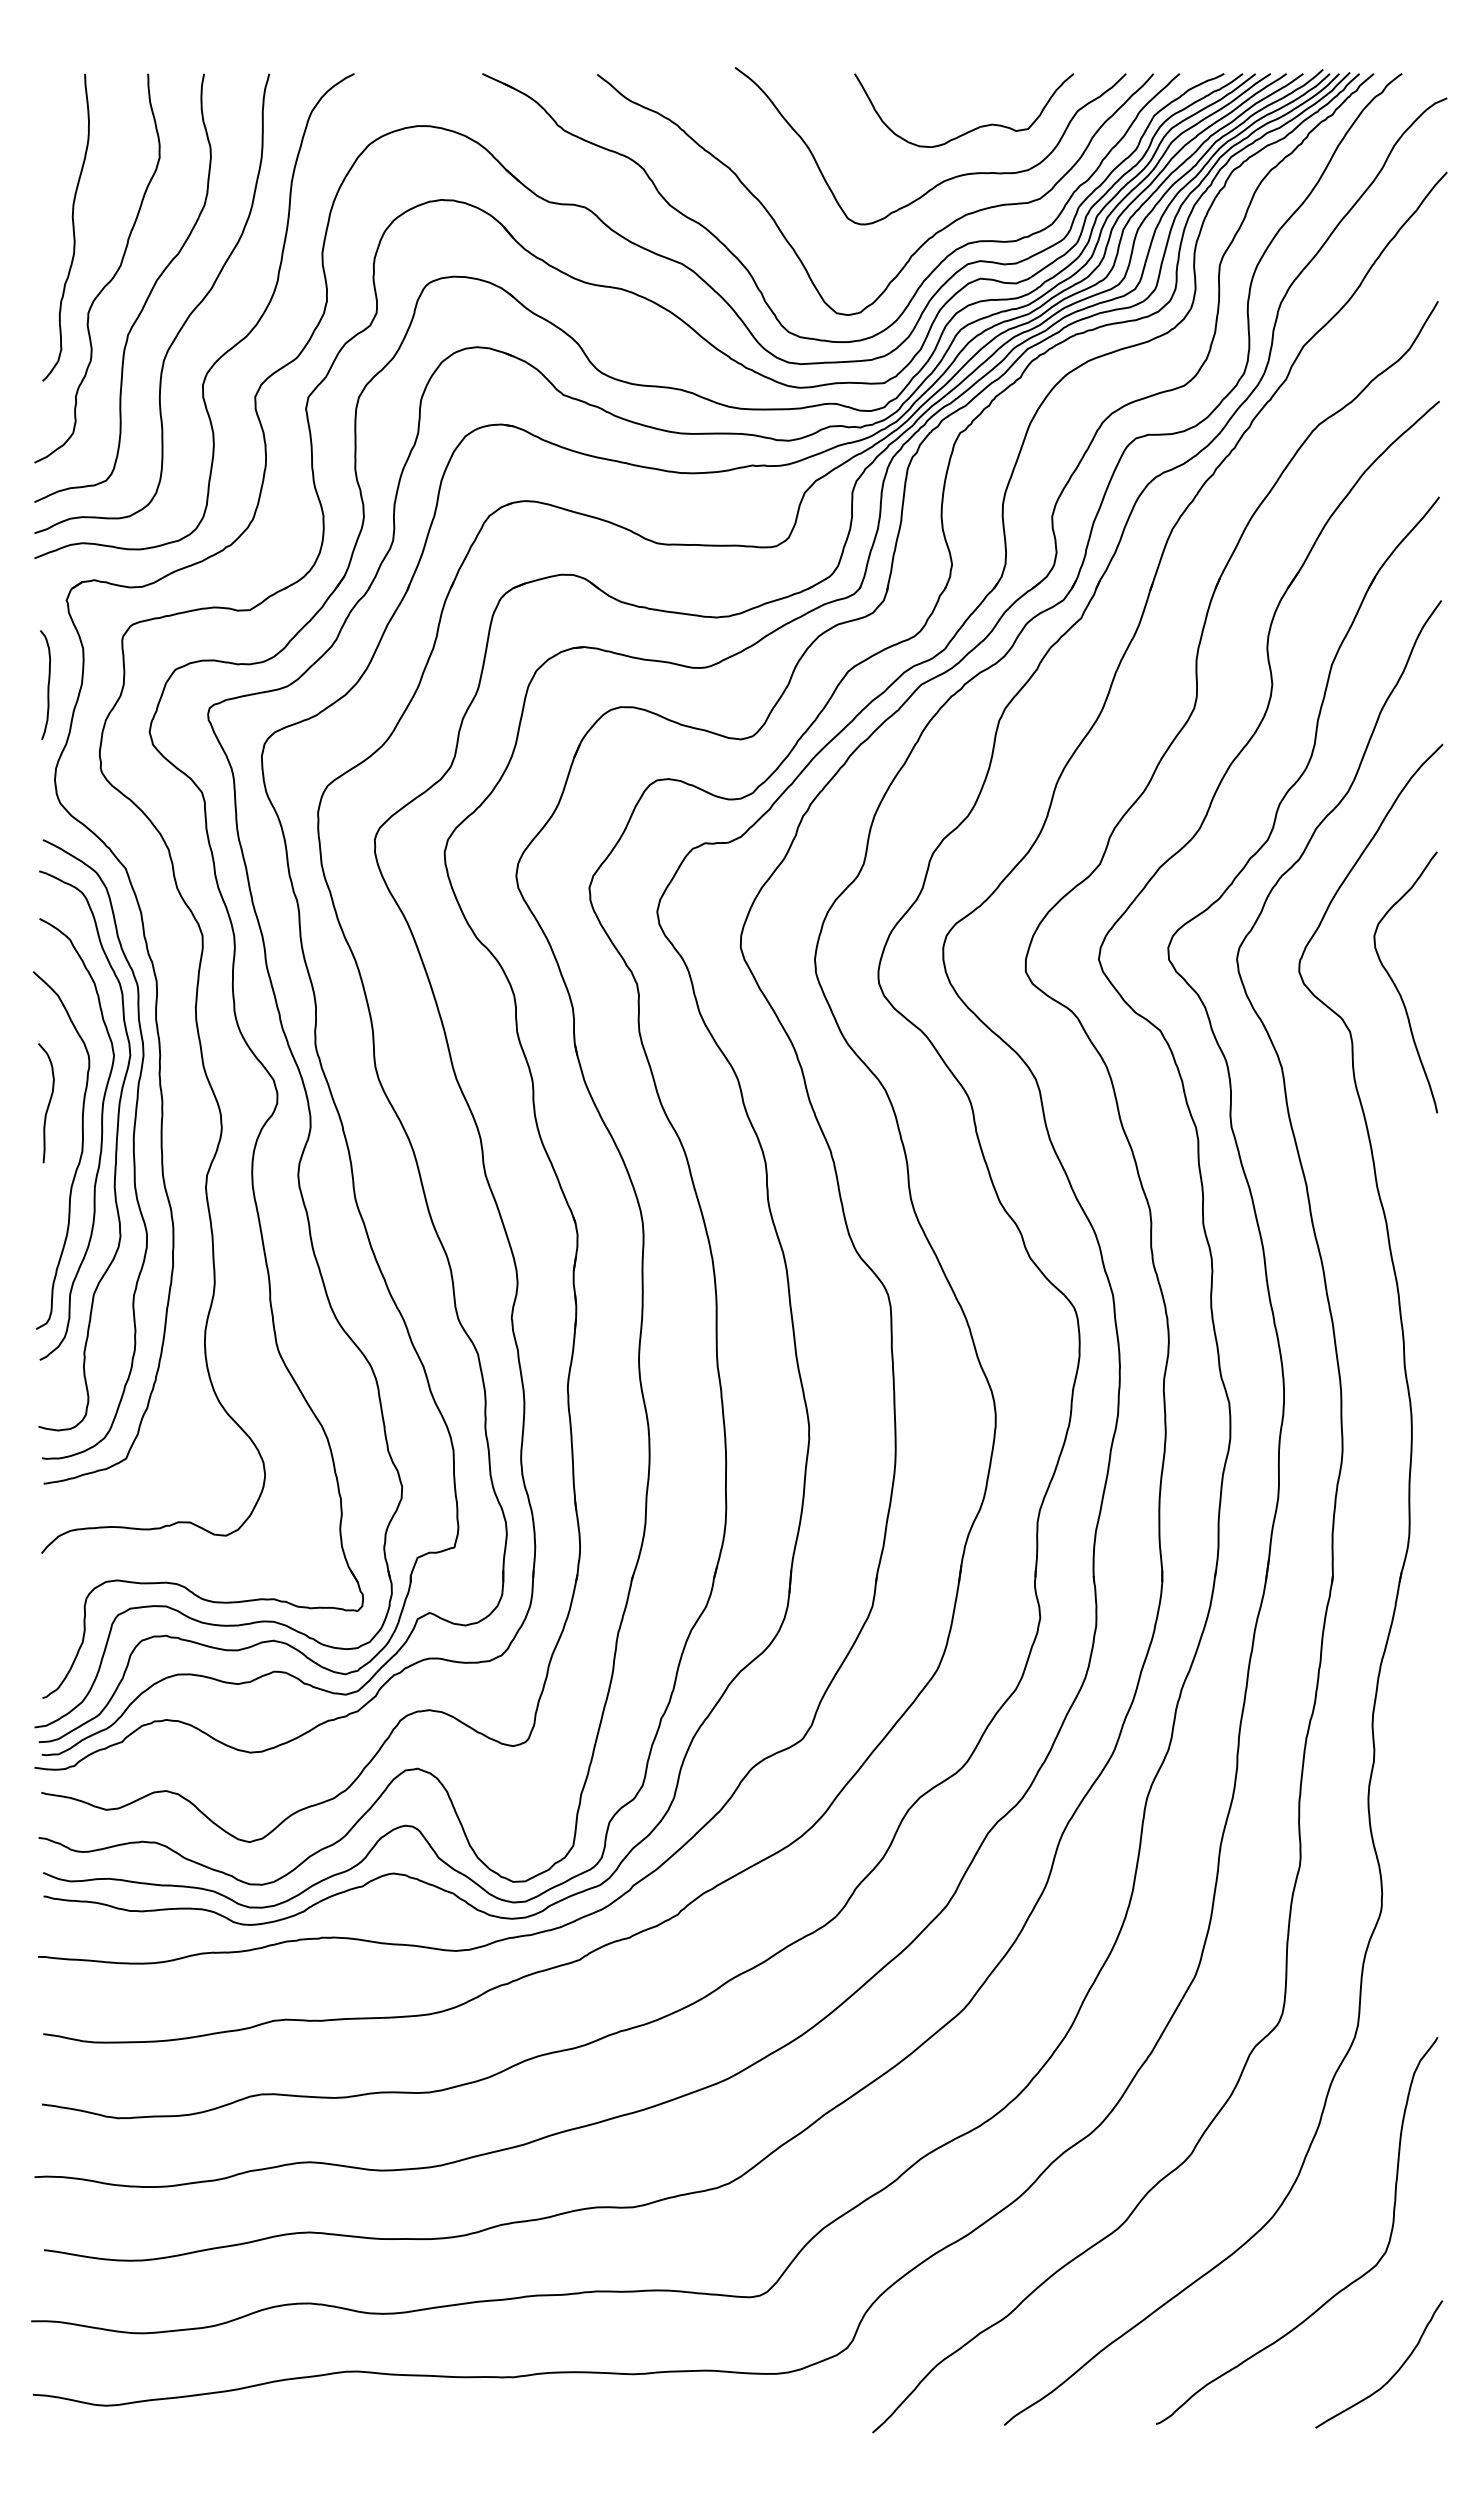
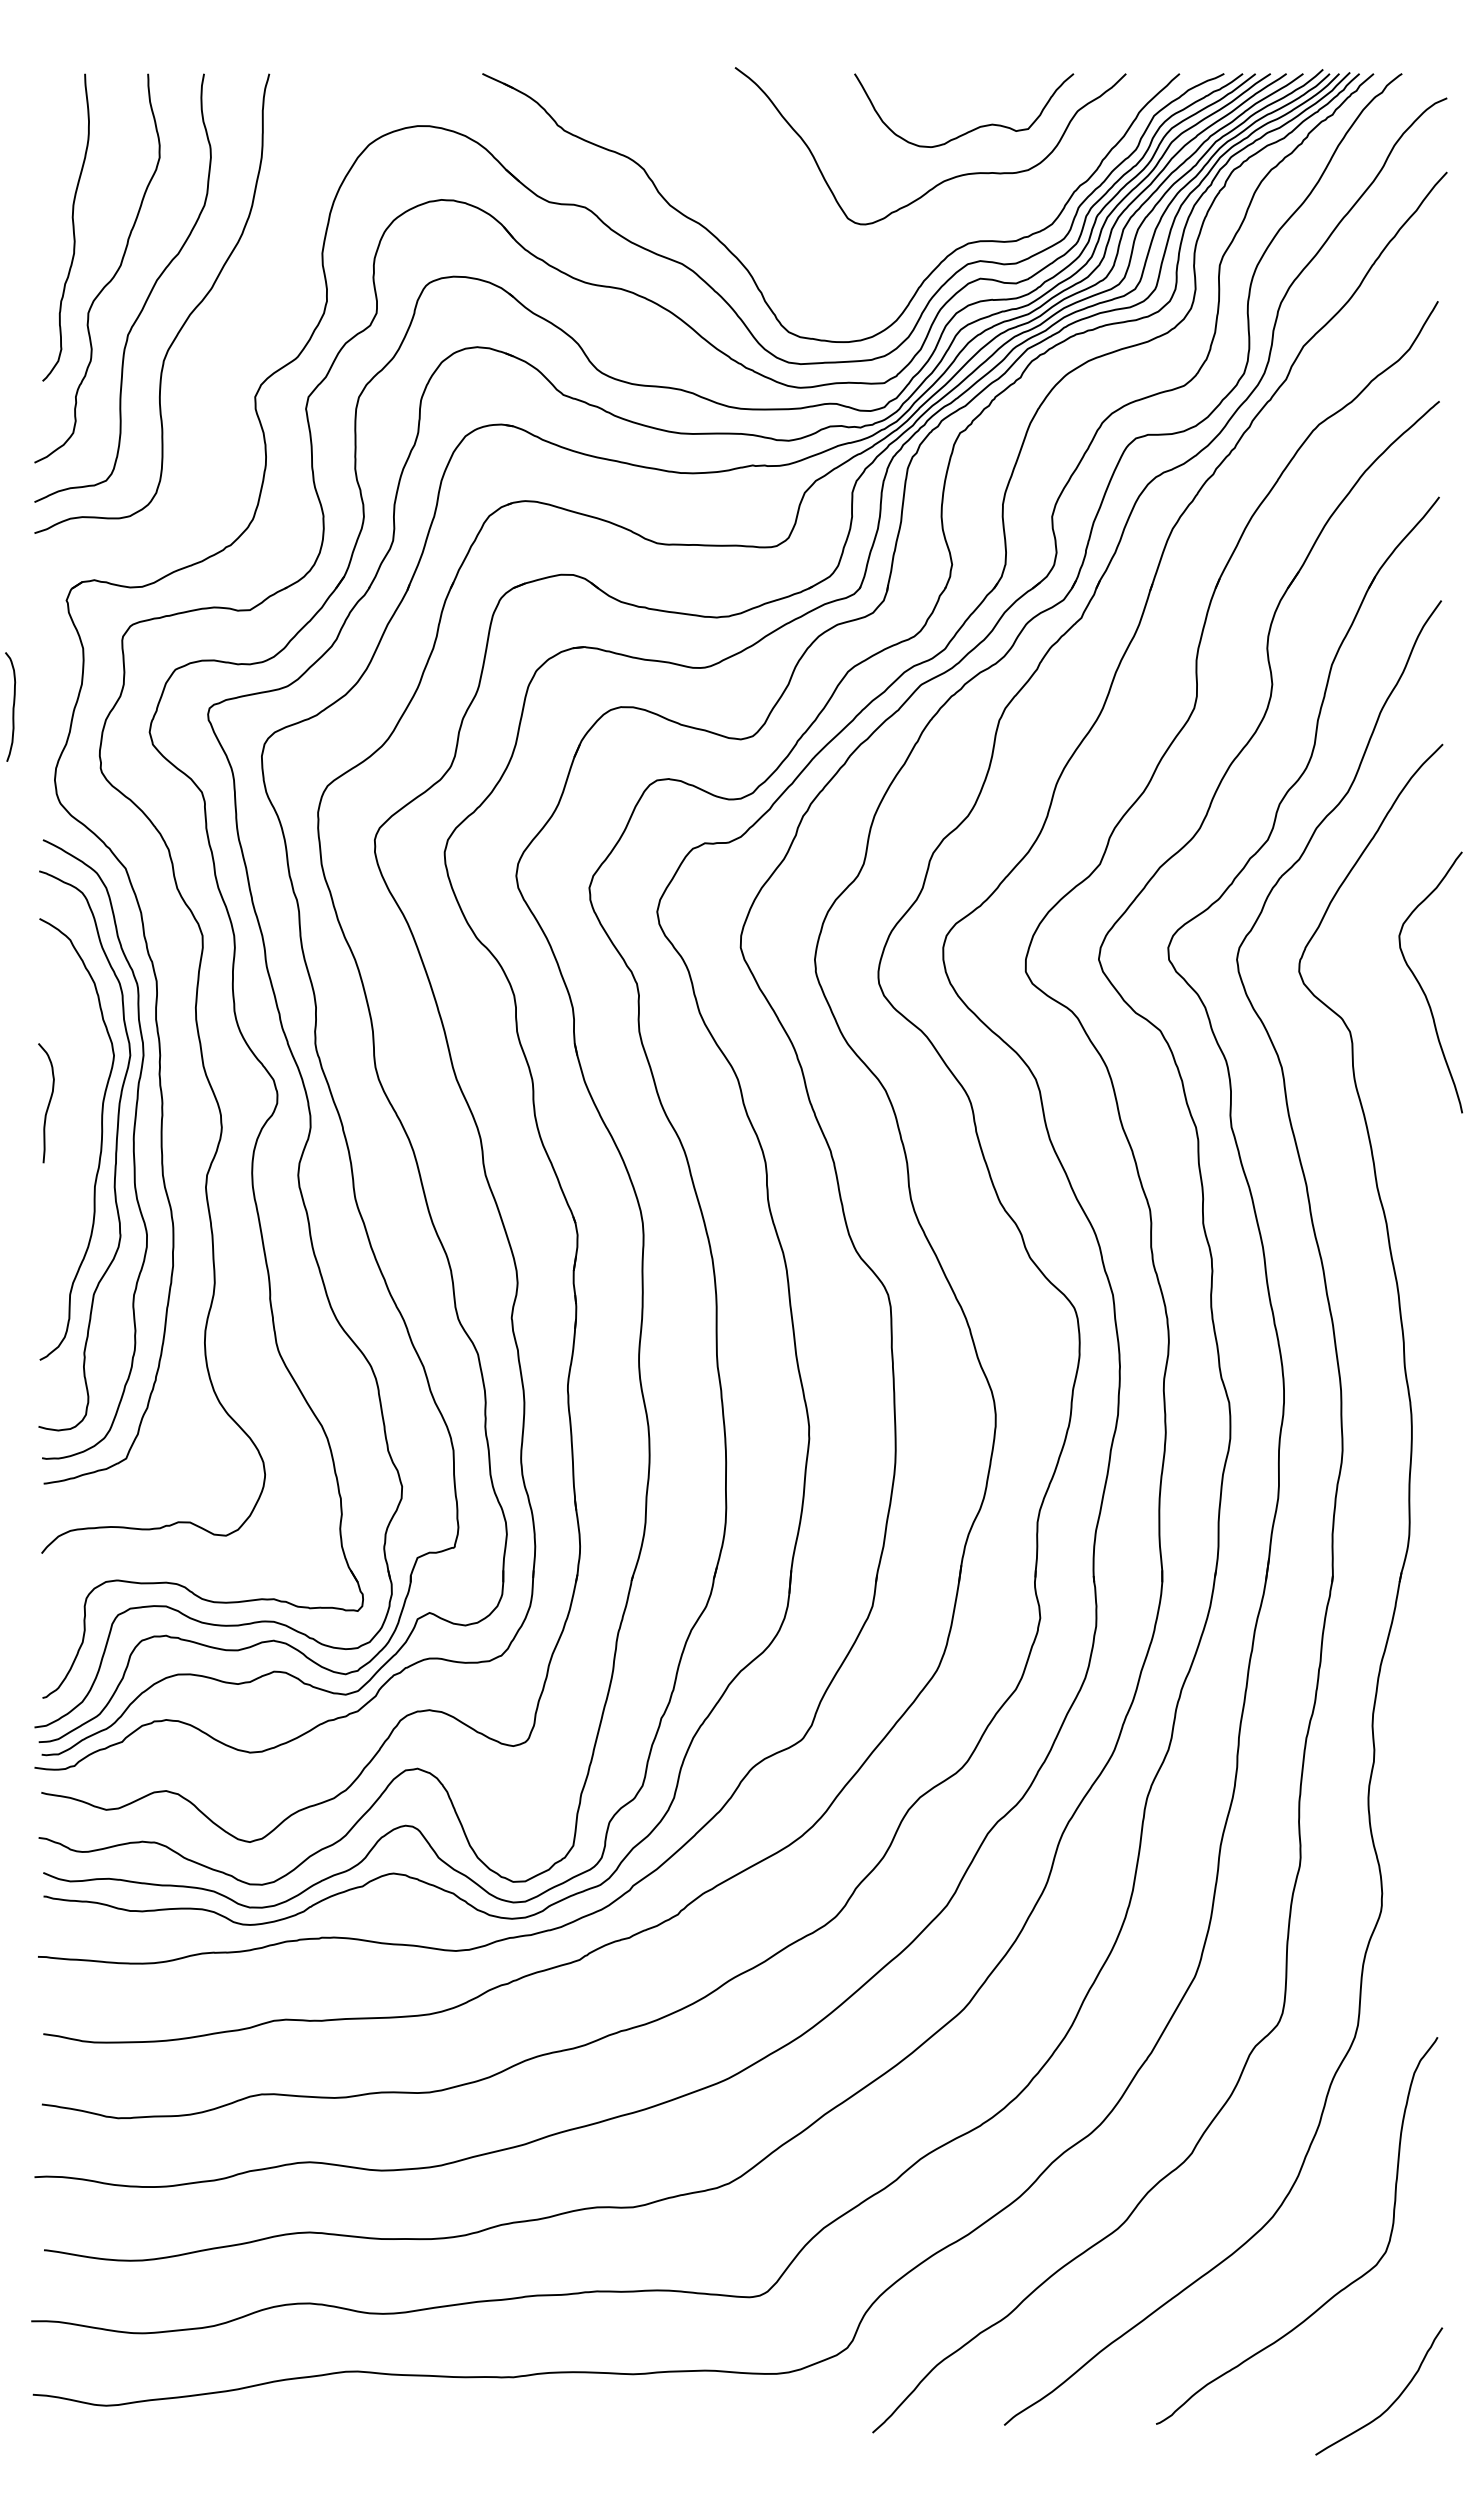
curve at (923, 242): present -> none
curve at (225, 351): present -> none
curve at (47, 684) position: (47, 684) -> (12, 706)
curve at (1397, 987) position: (1397, 987) -> (1422, 987)
curve at (80, 1153): present -> none
curve at (1391, 2376) position: (1391, 2376) -> (1391, 2403)
